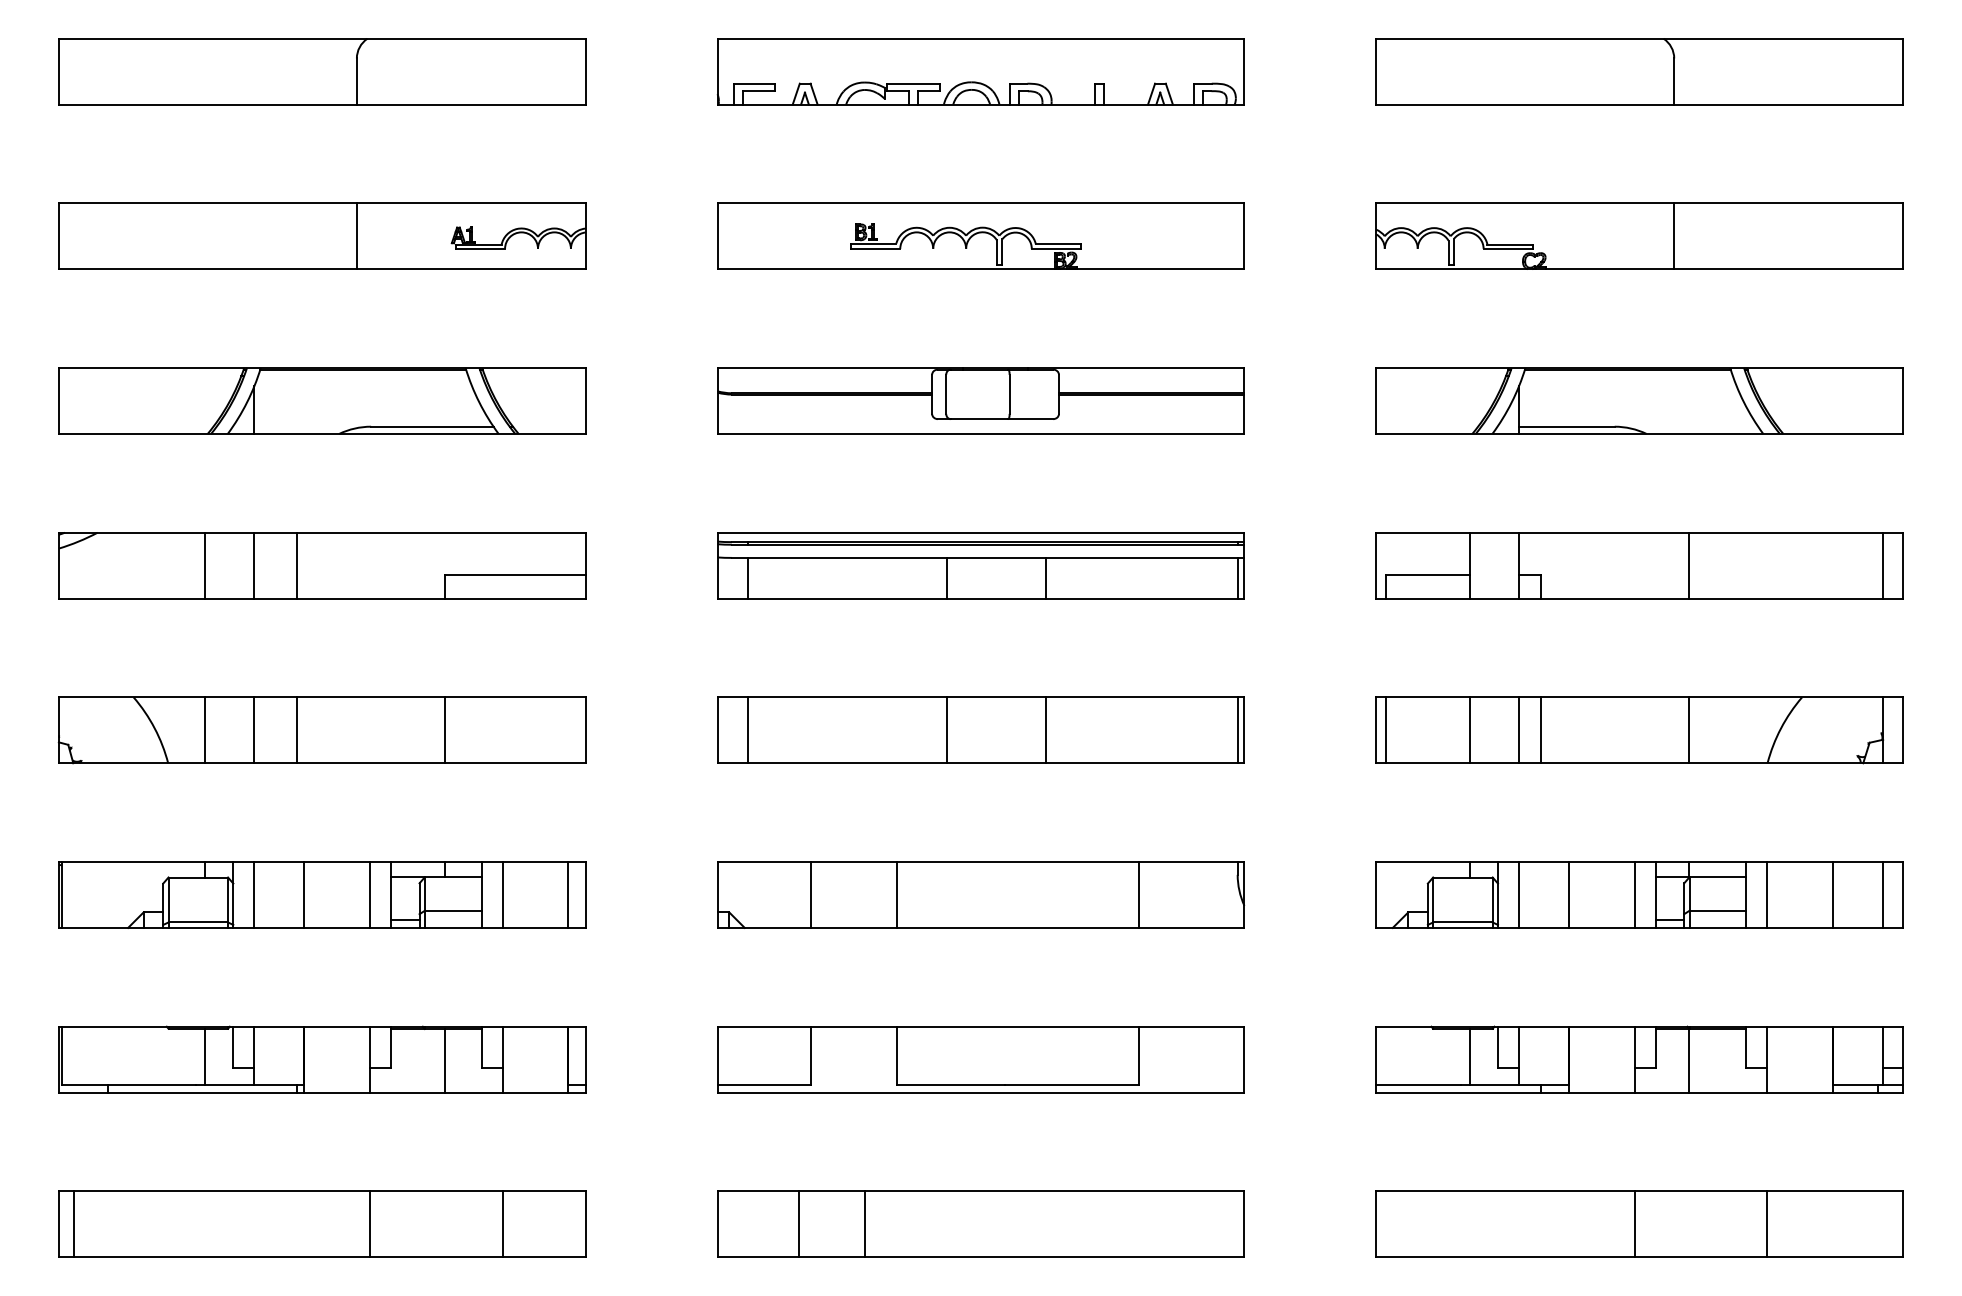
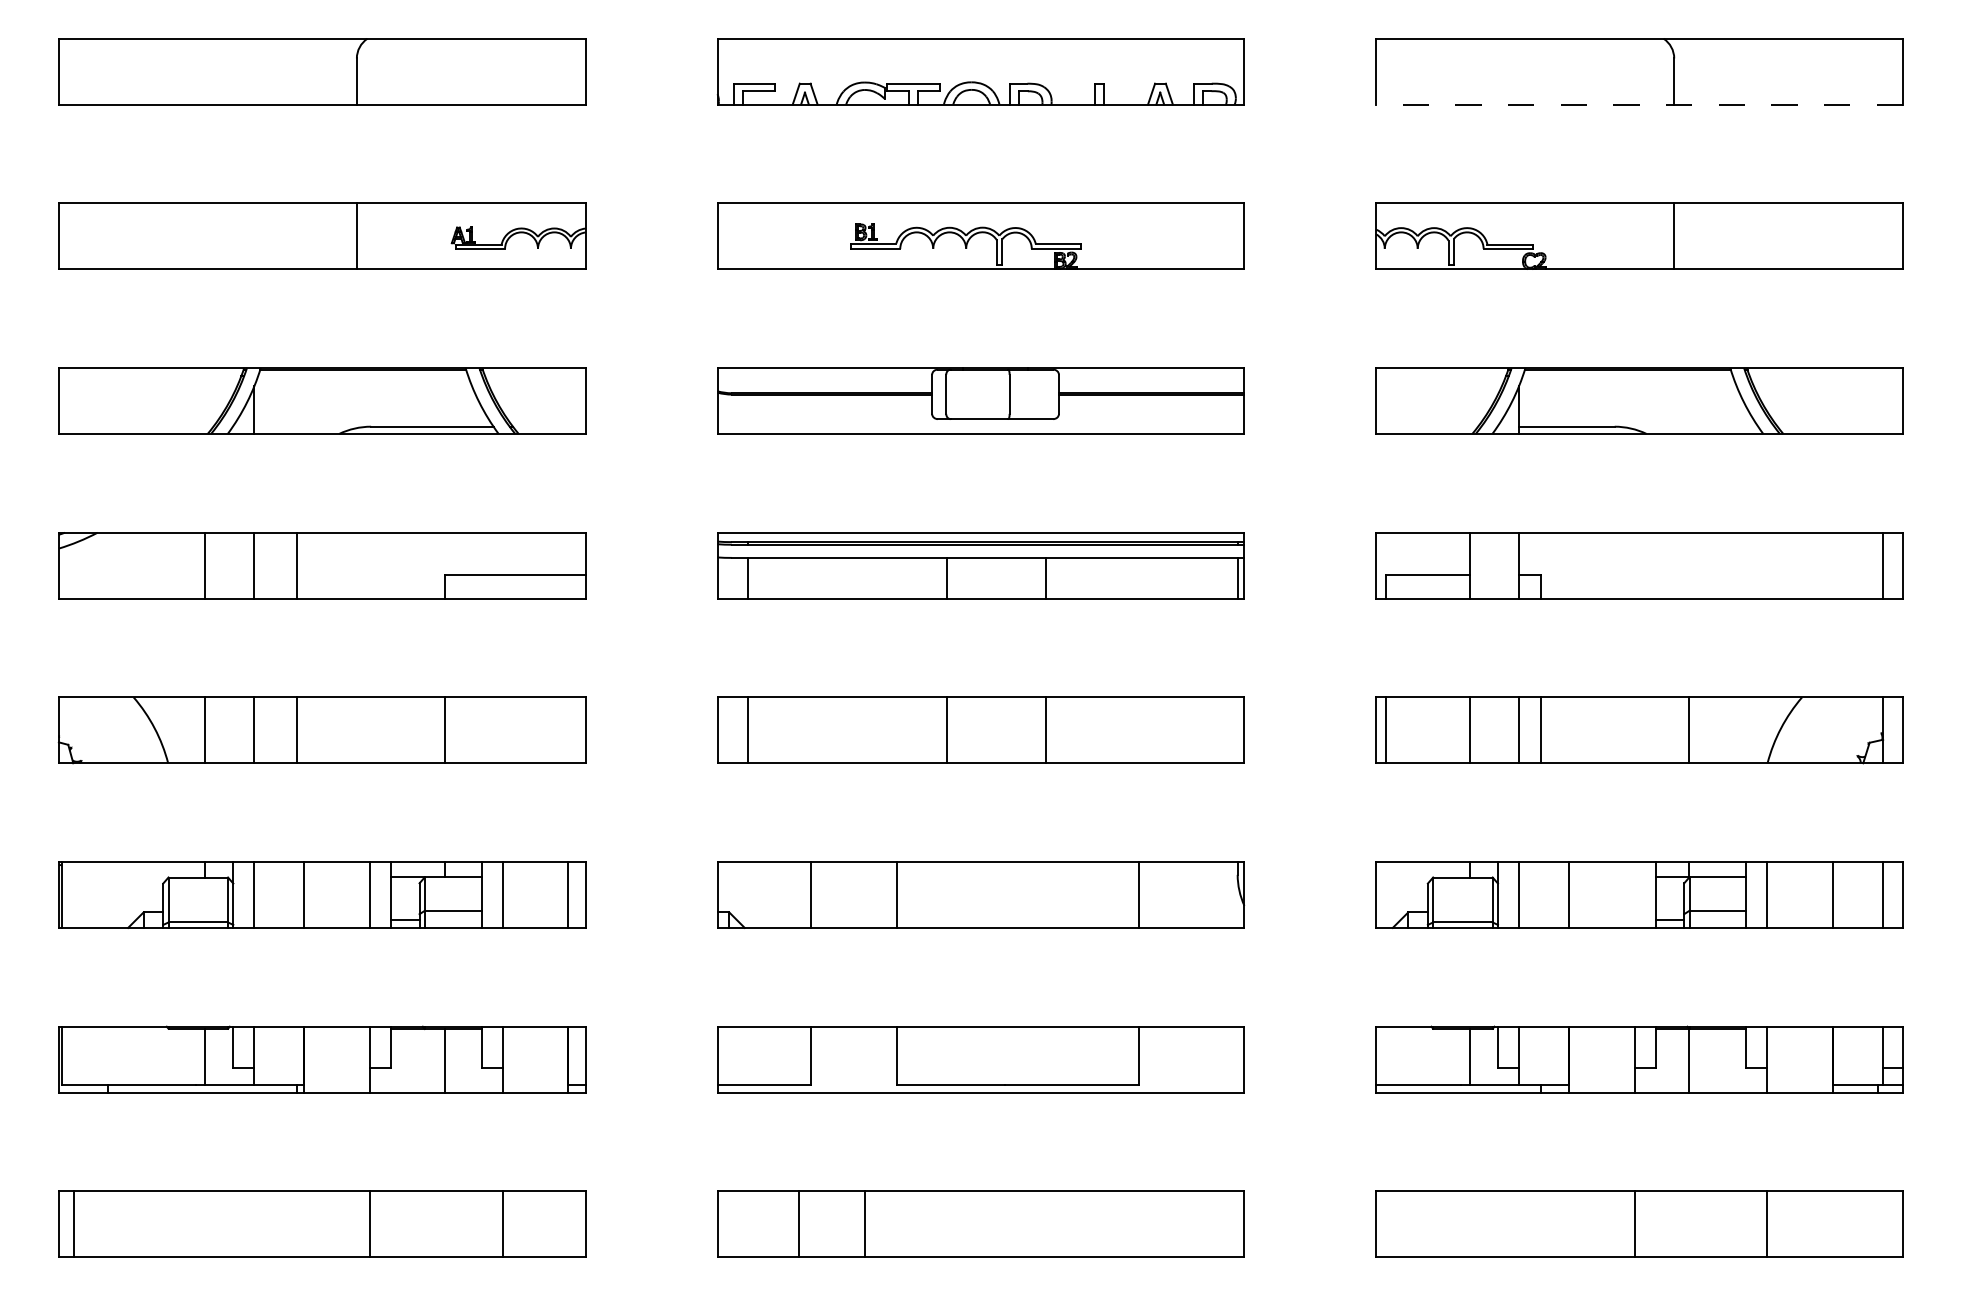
line at (1639, 104): solid -> dashed
line at (1688, 565): present -> none
line at (1237, 730): present -> none
line at (1634, 894): present -> none
